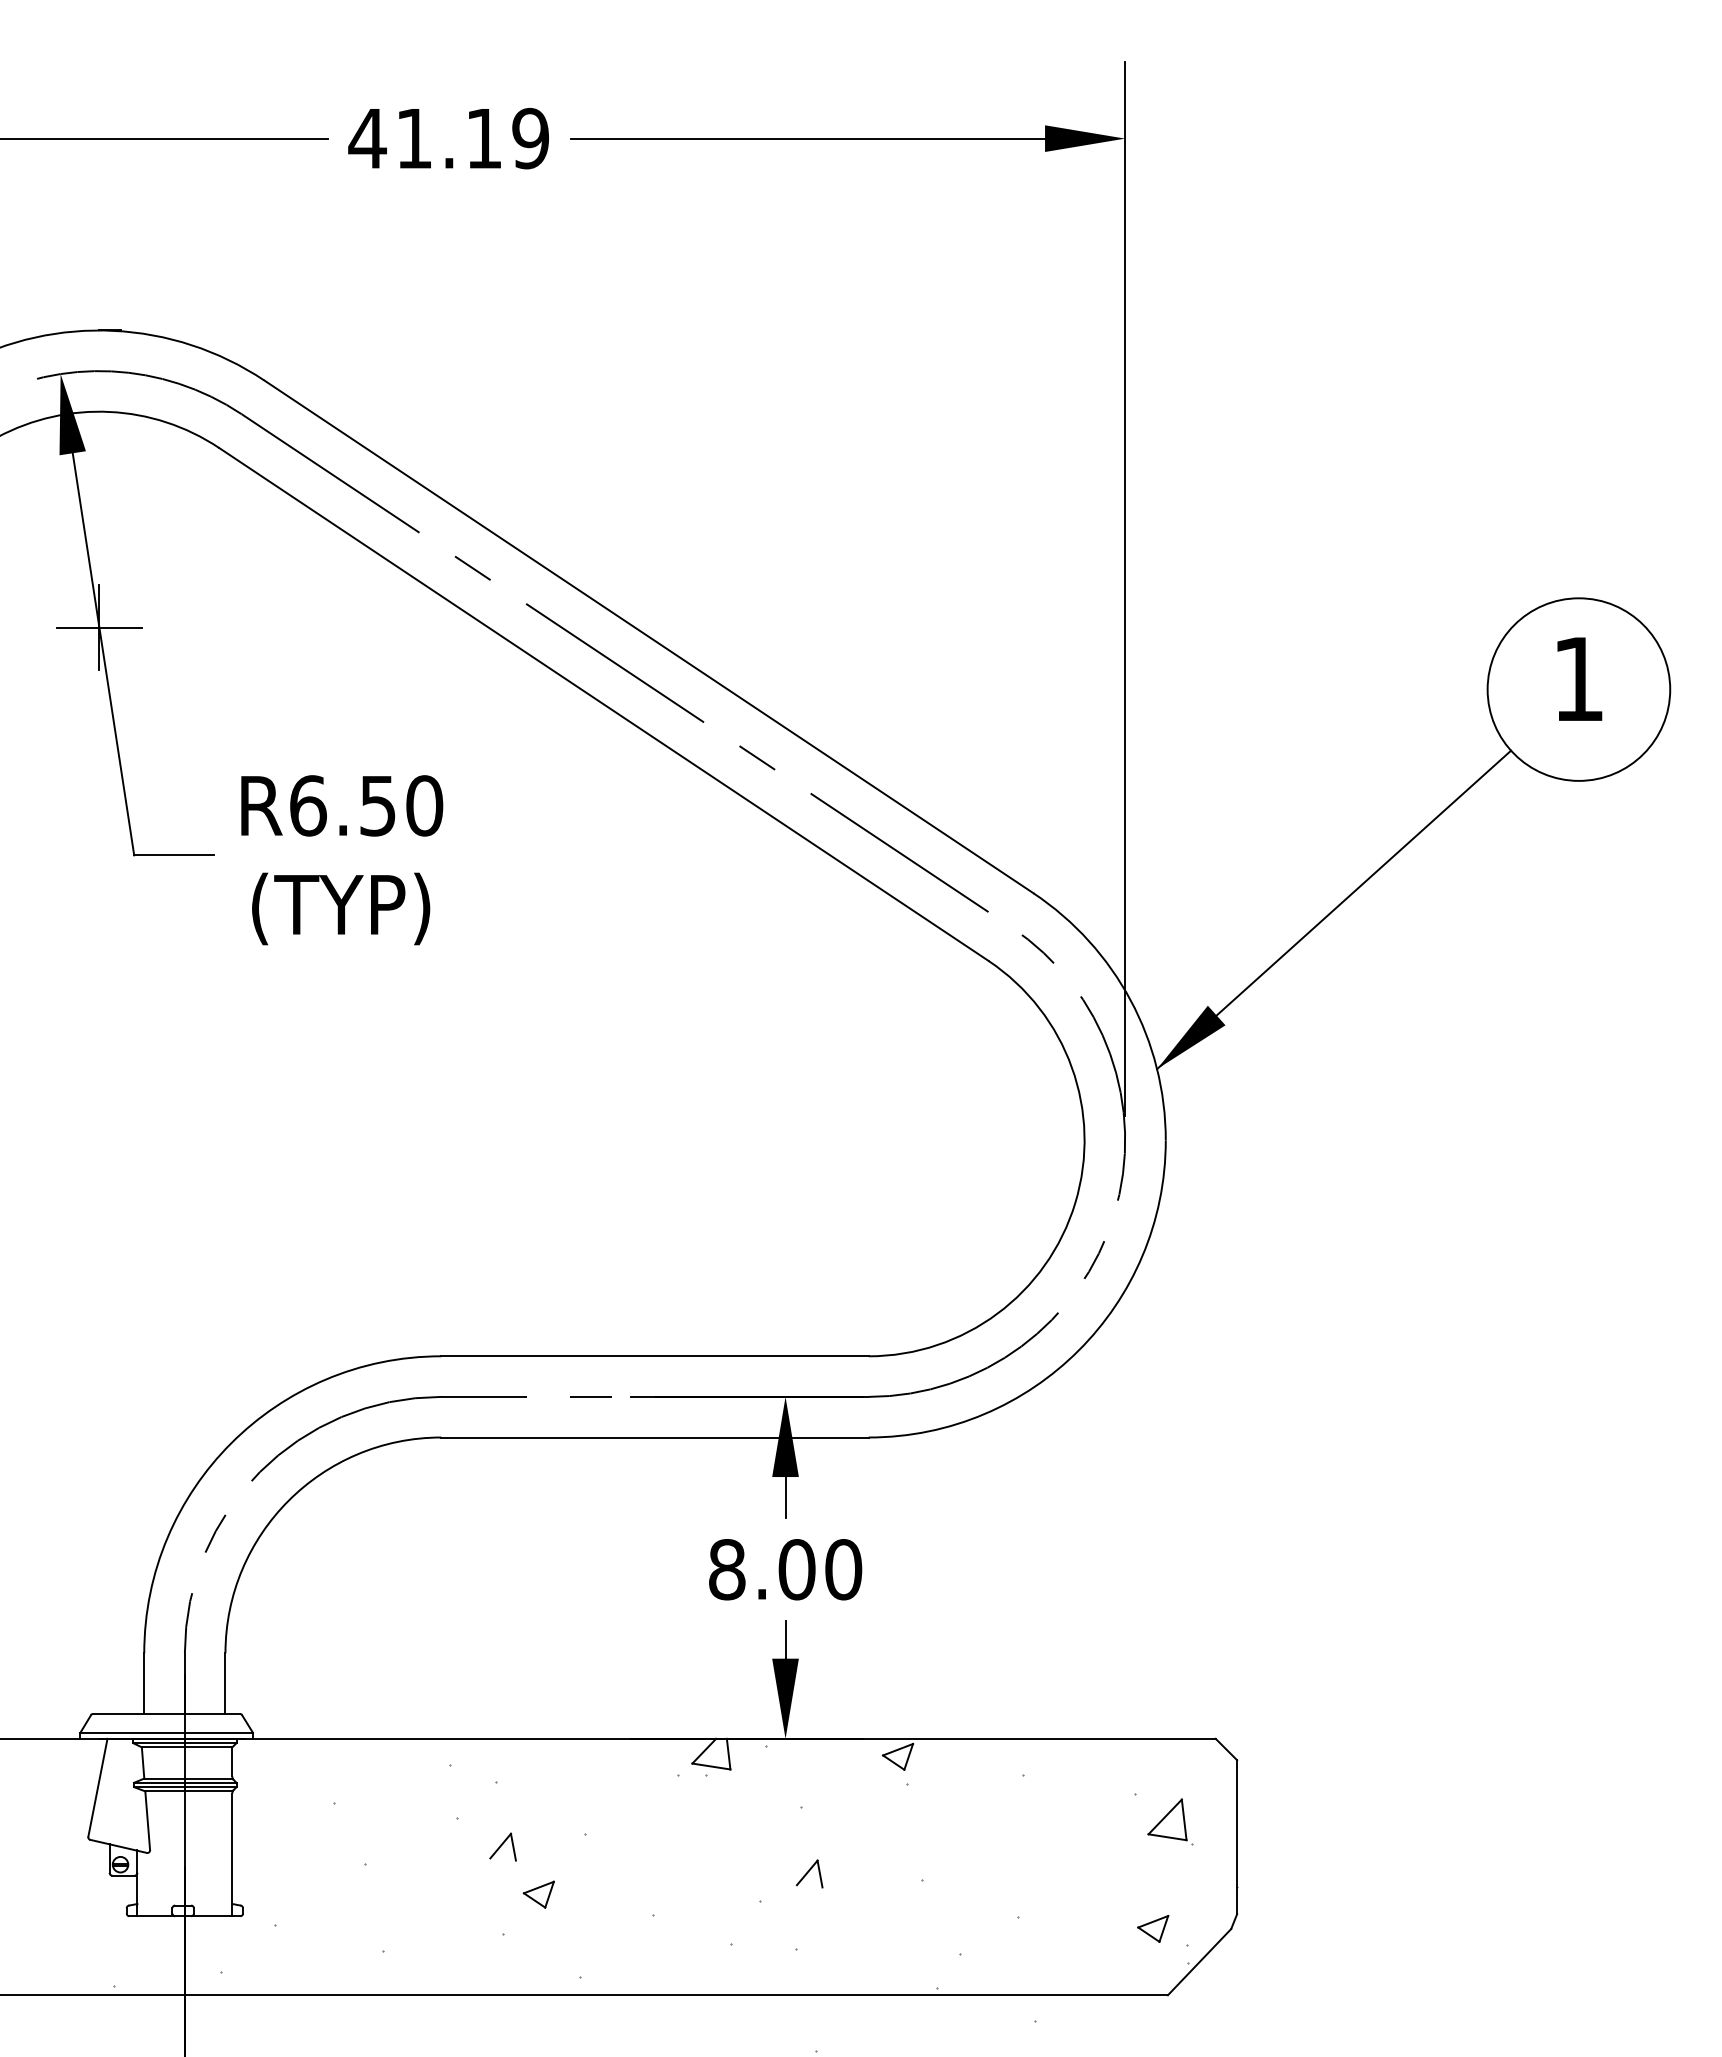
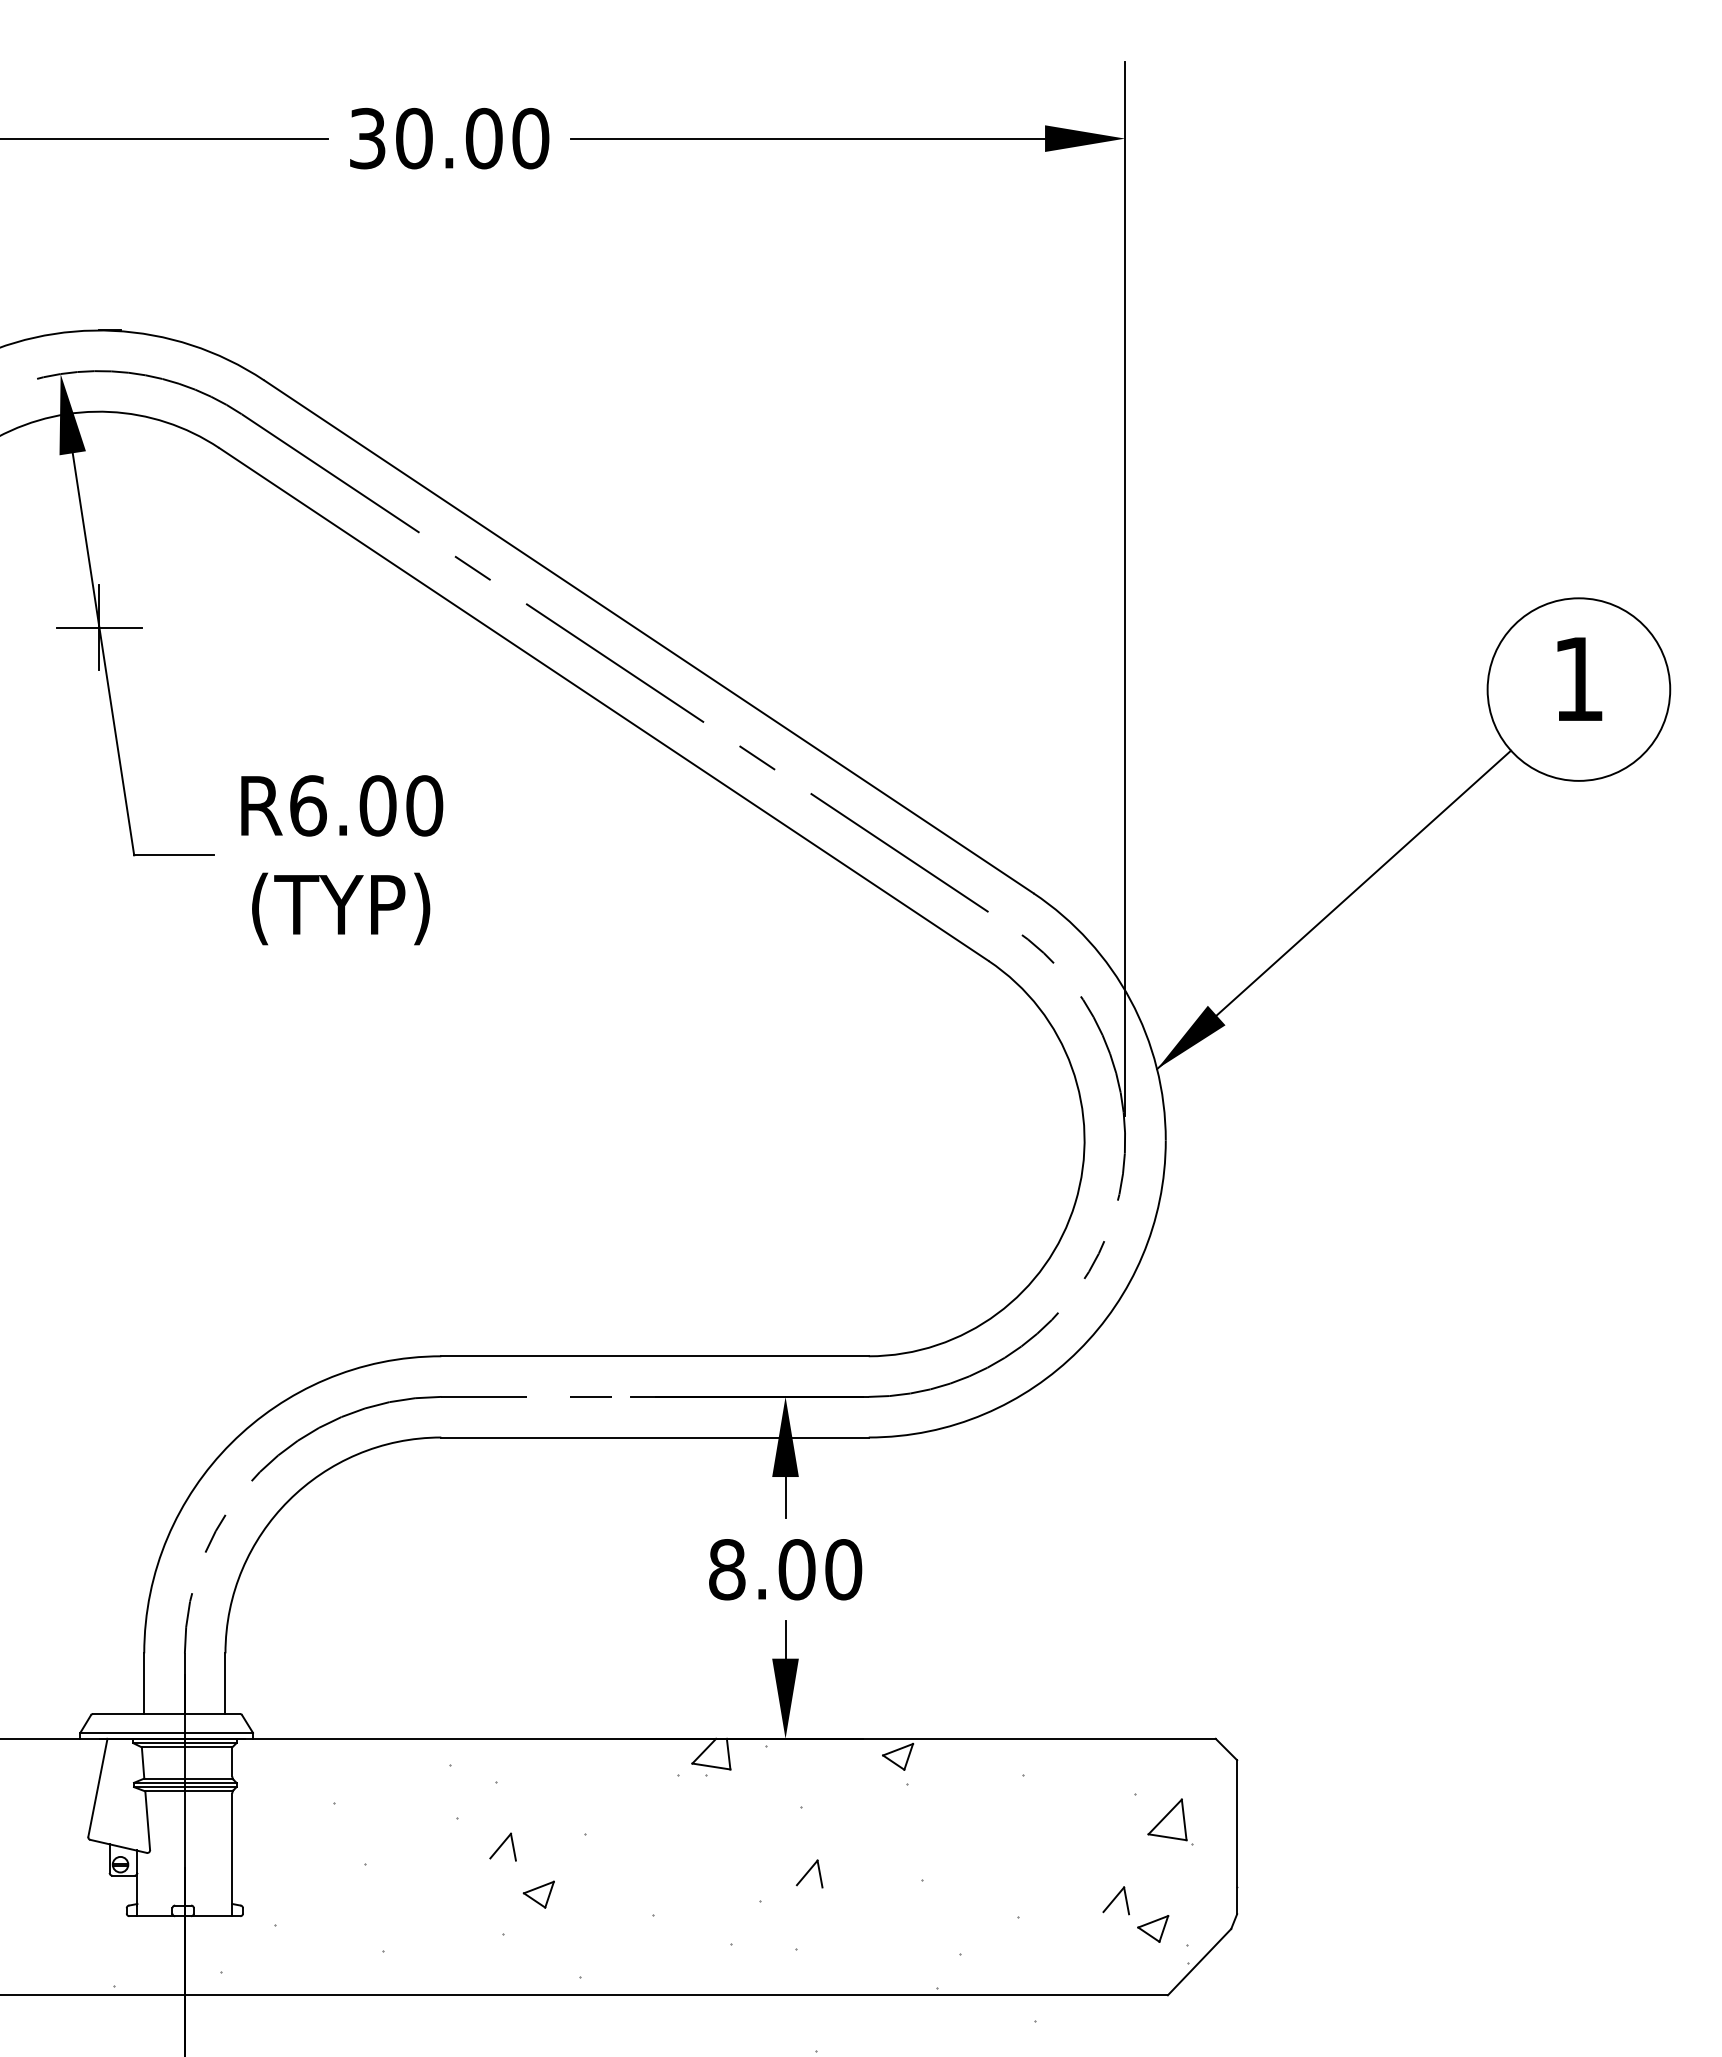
text at (448, 138): 41.19 -> 30.00
text at (377, 805): R6.50 -> R6.00
part at (1115, 1900): none -> present
